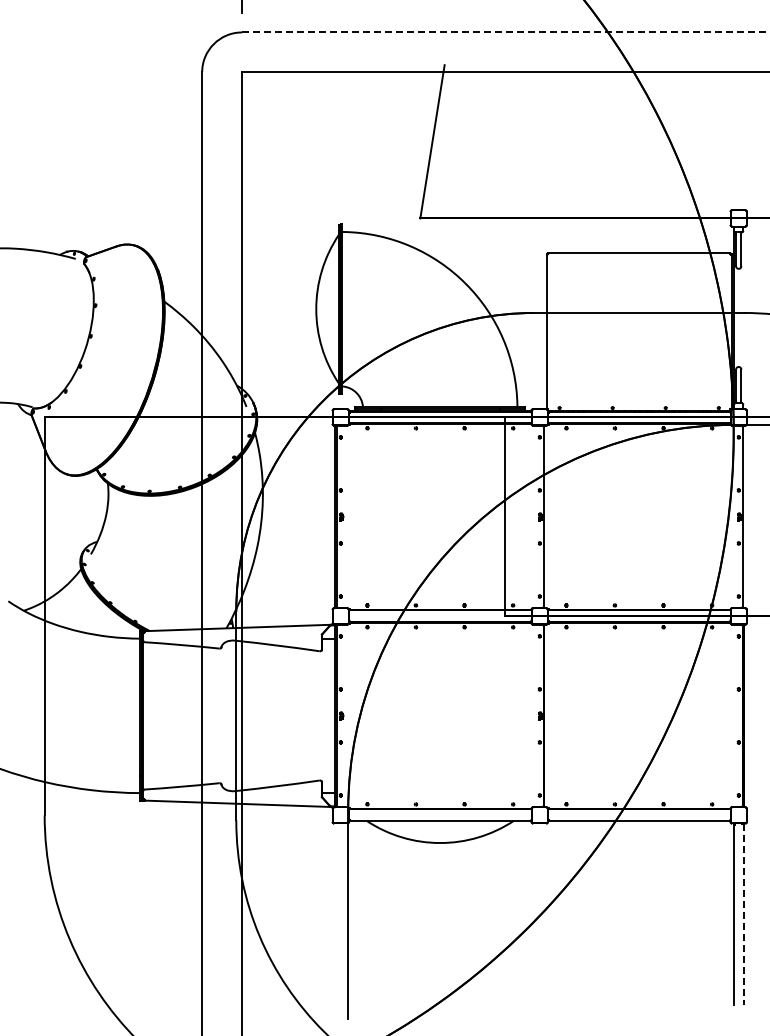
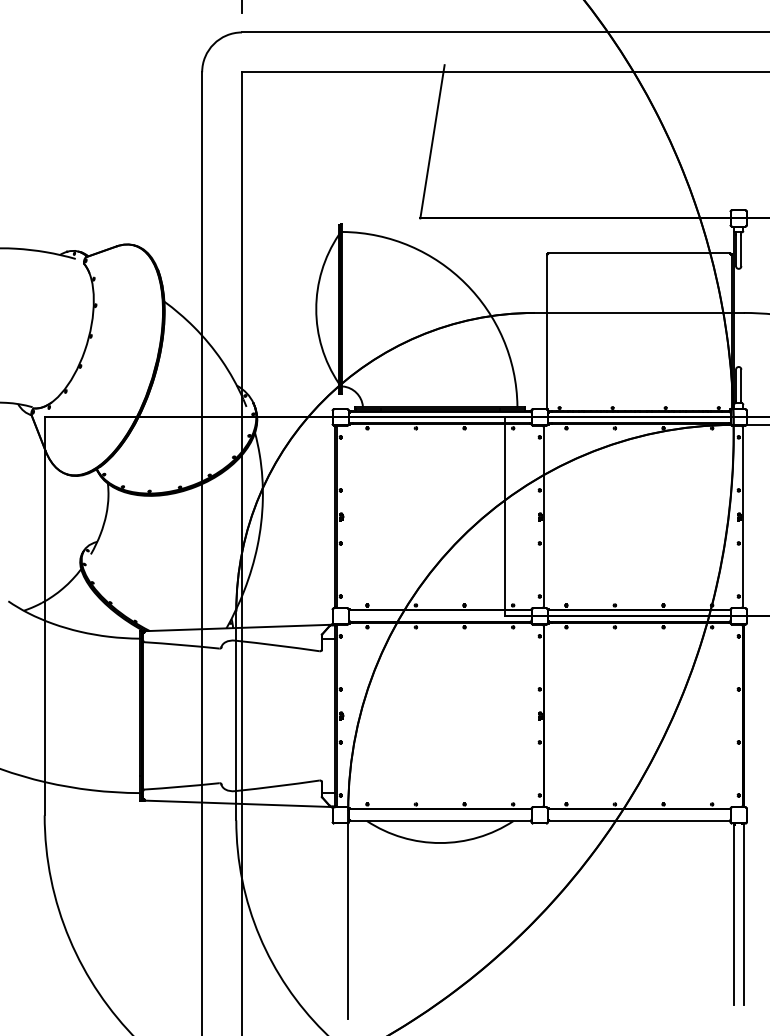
line at (505, 32): dashed -> solid
line at (743, 914): dashed -> solid
